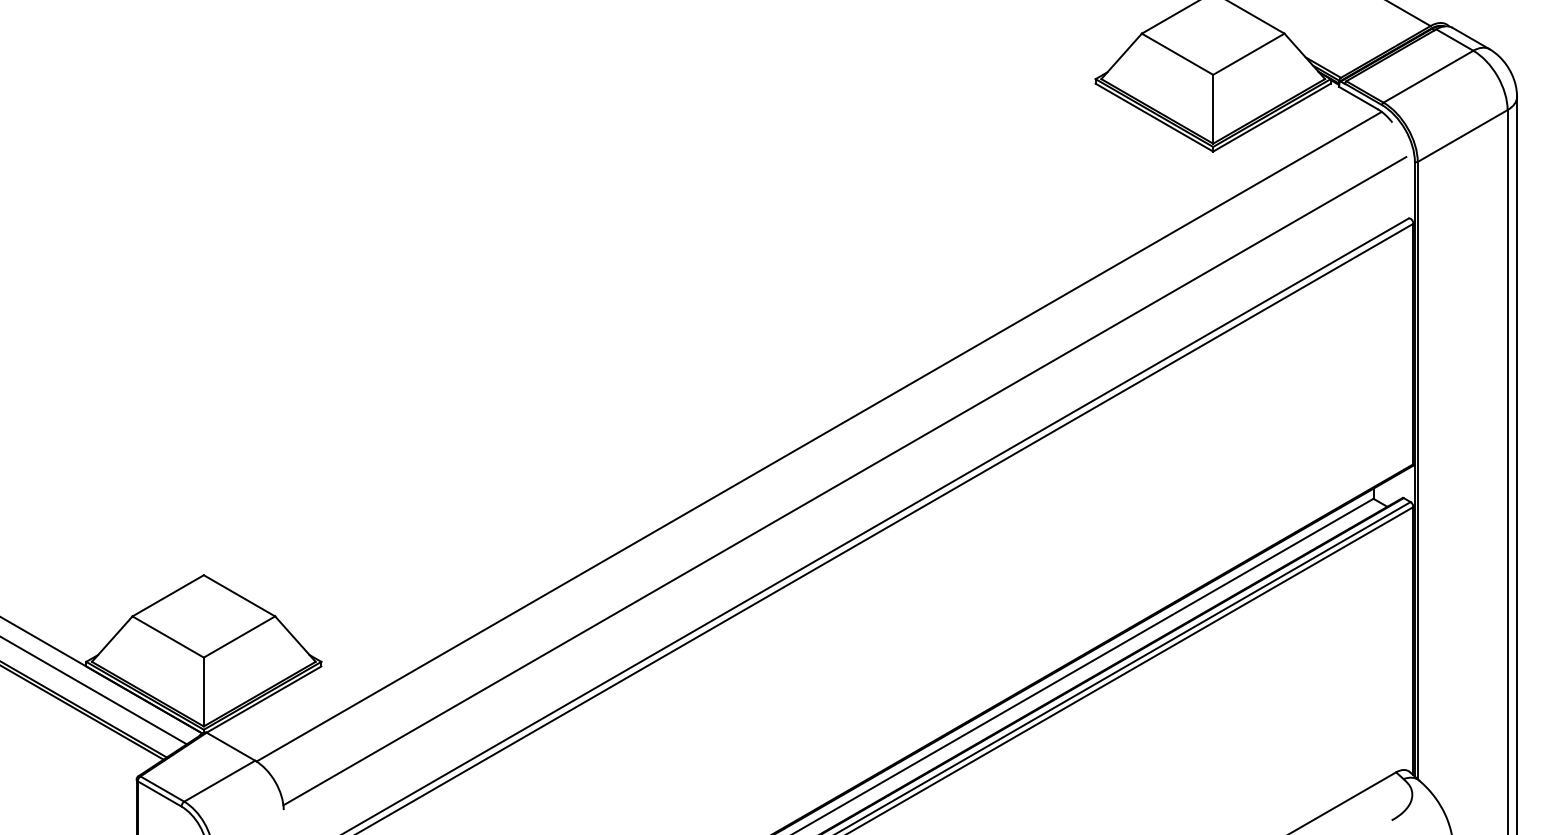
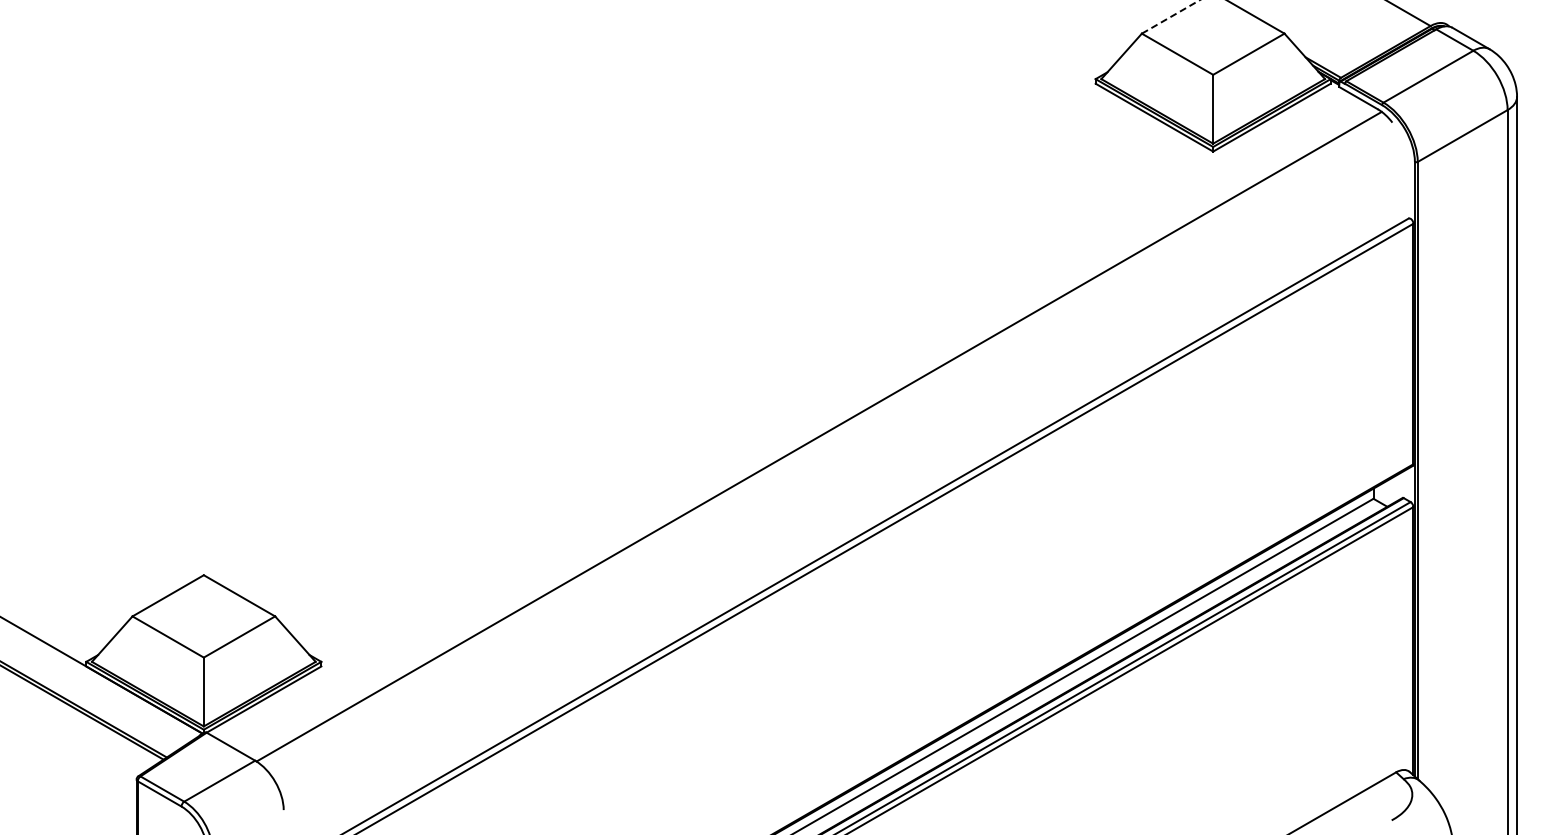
line at (1171, 16): solid -> dashed
line at (844, 481): present -> none
line at (94, 690): present -> none
